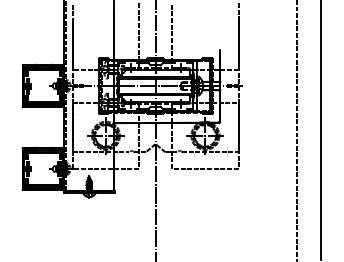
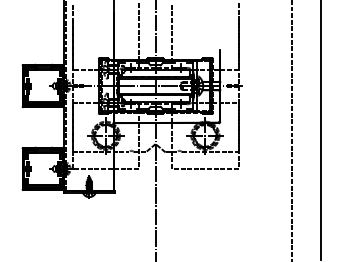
line at (297, 130) position: (297, 130) -> (292, 130)
